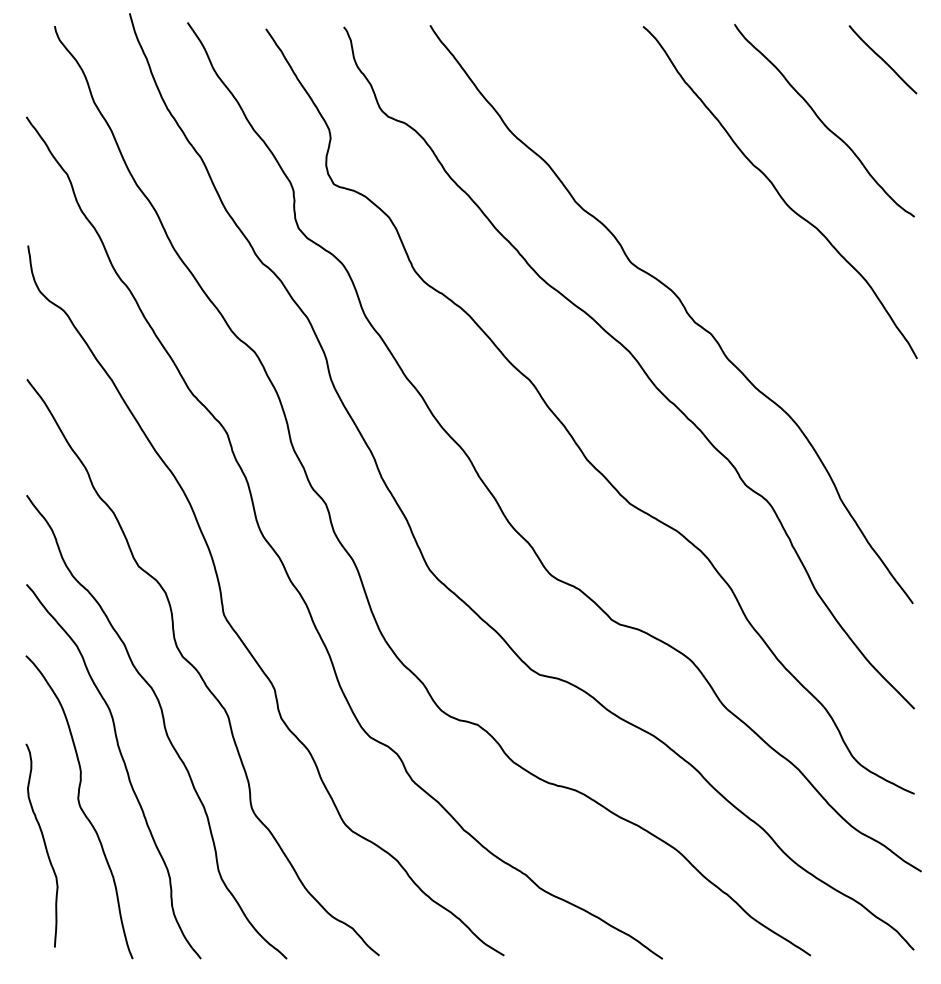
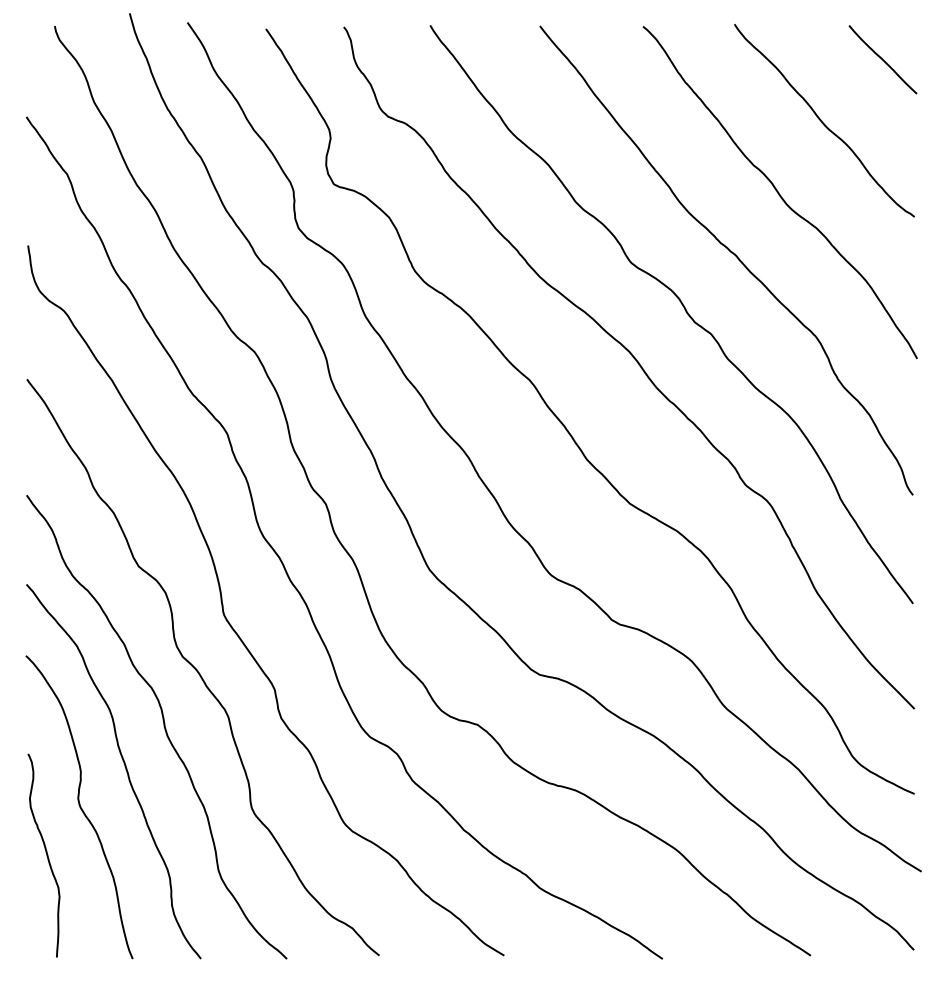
curve at (731, 253): none -> present
curve at (44, 845) position: (44, 845) -> (46, 855)
